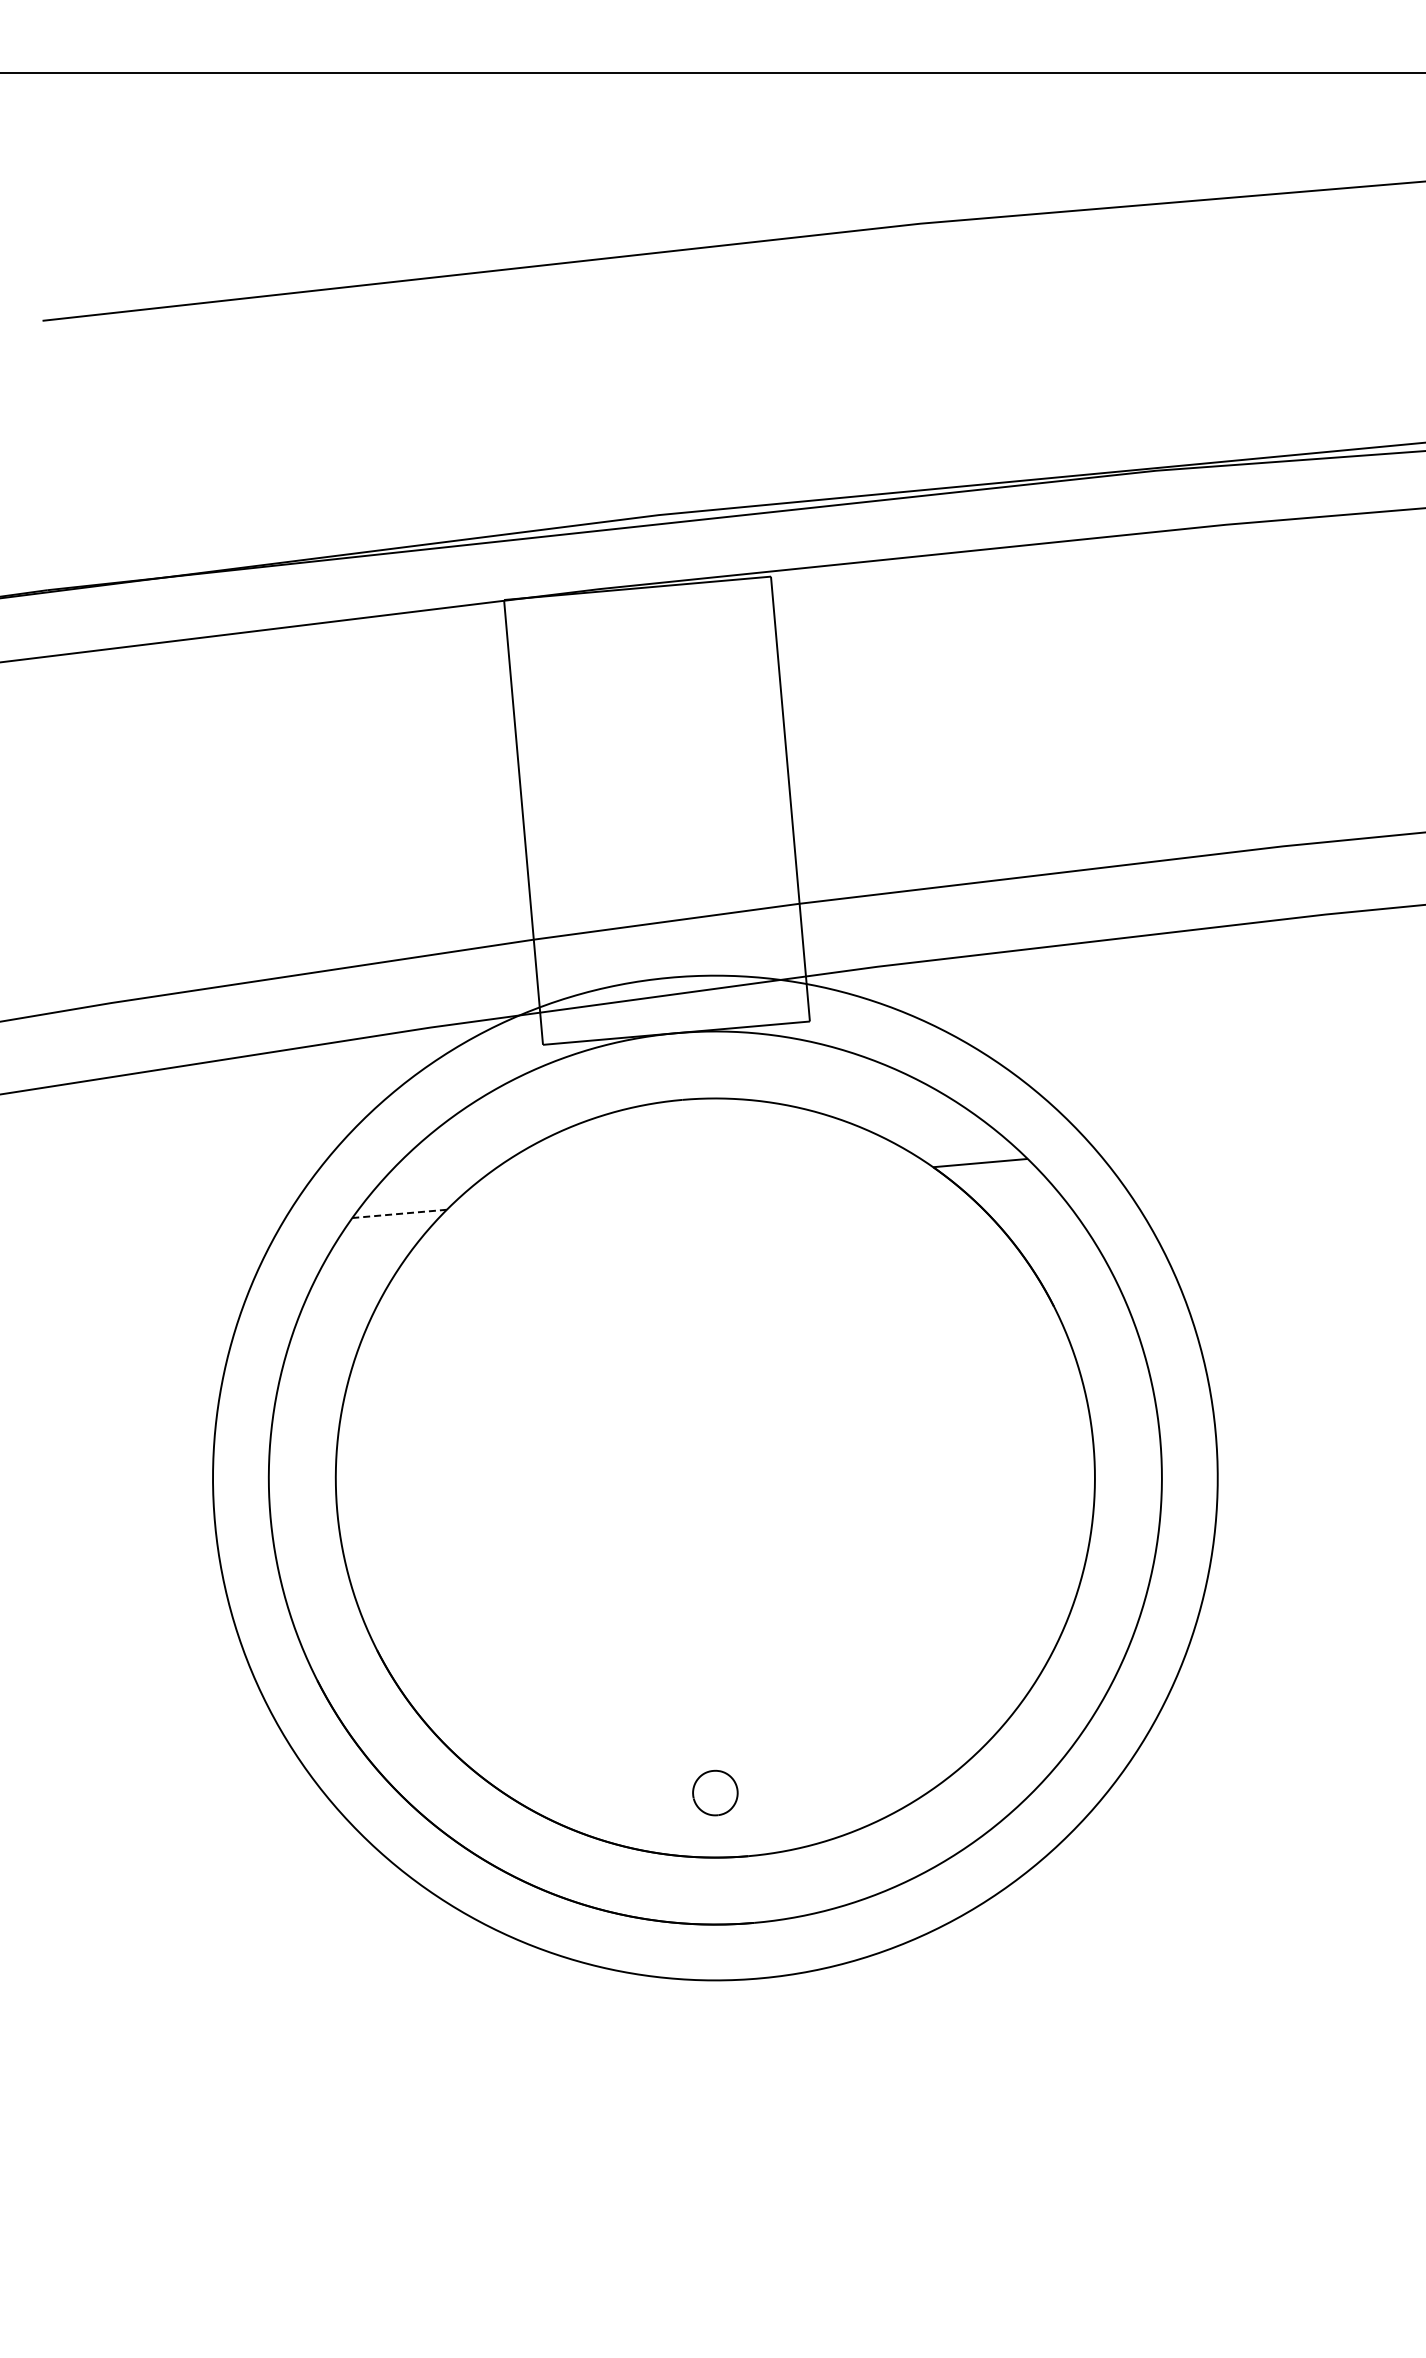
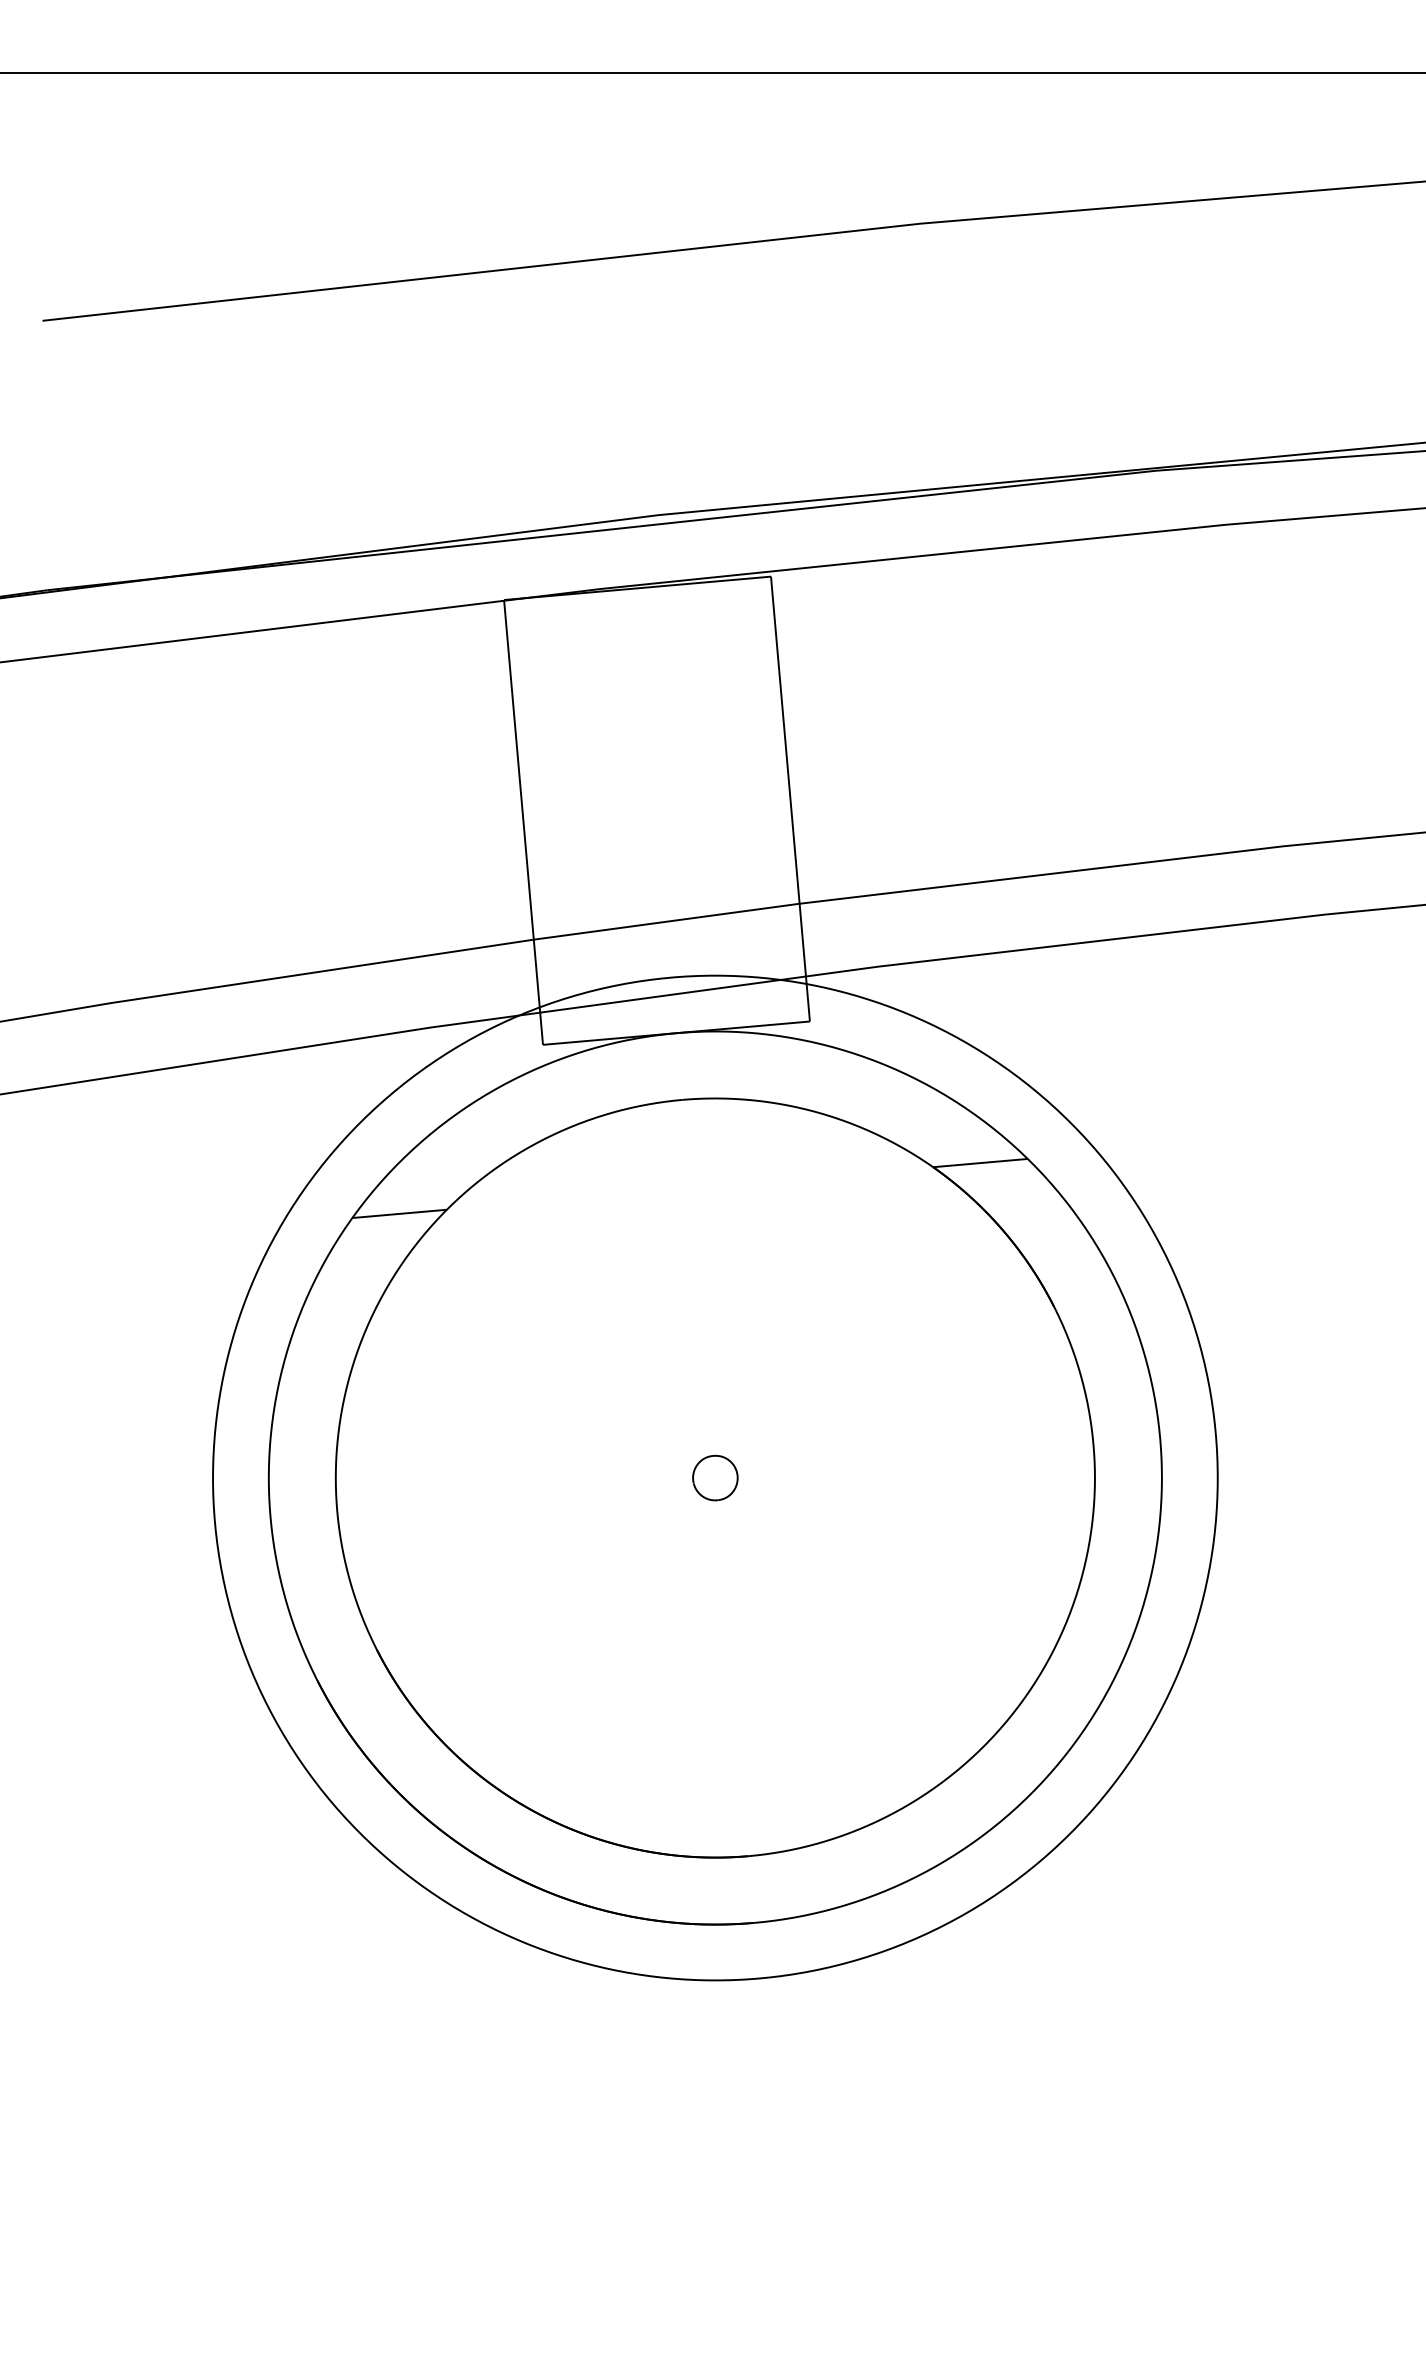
line at (399, 1213): dashed -> solid
part at (715, 1792) position: (715, 1792) -> (715, 1477)
